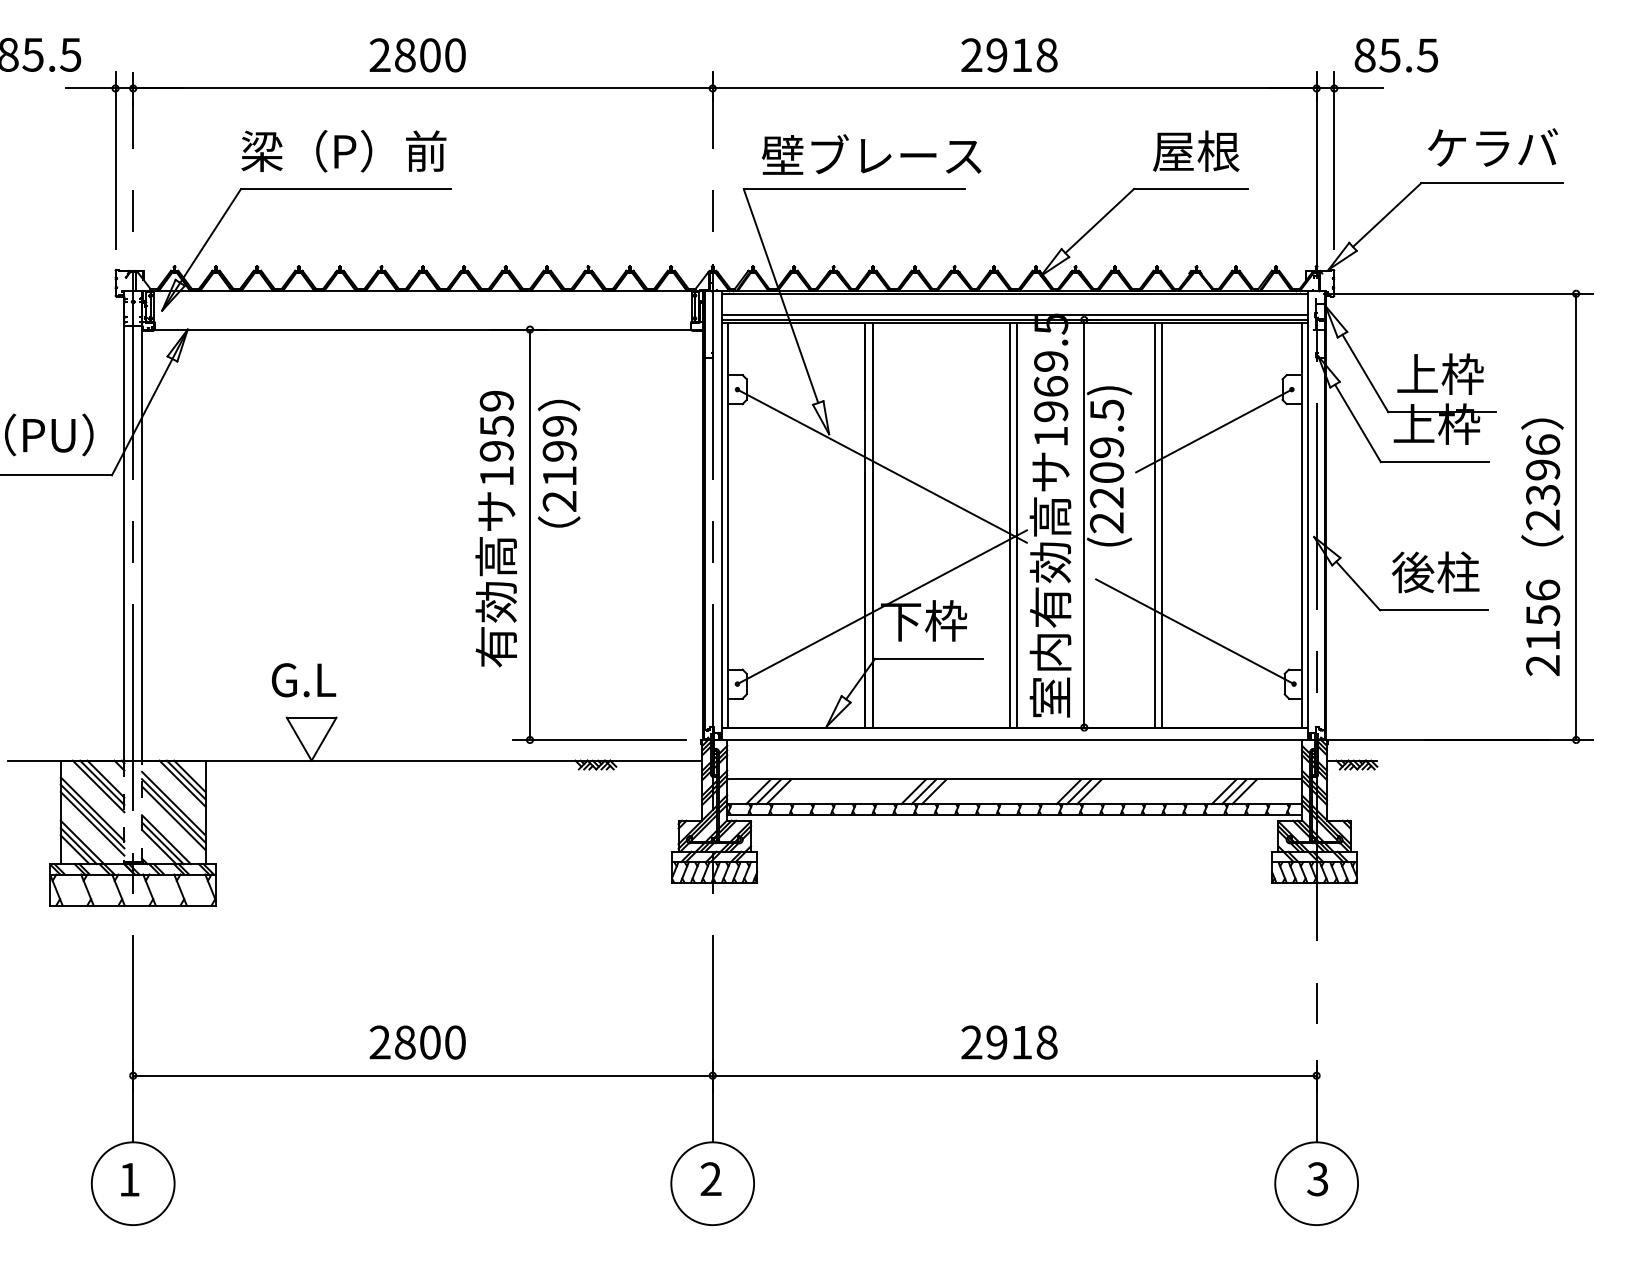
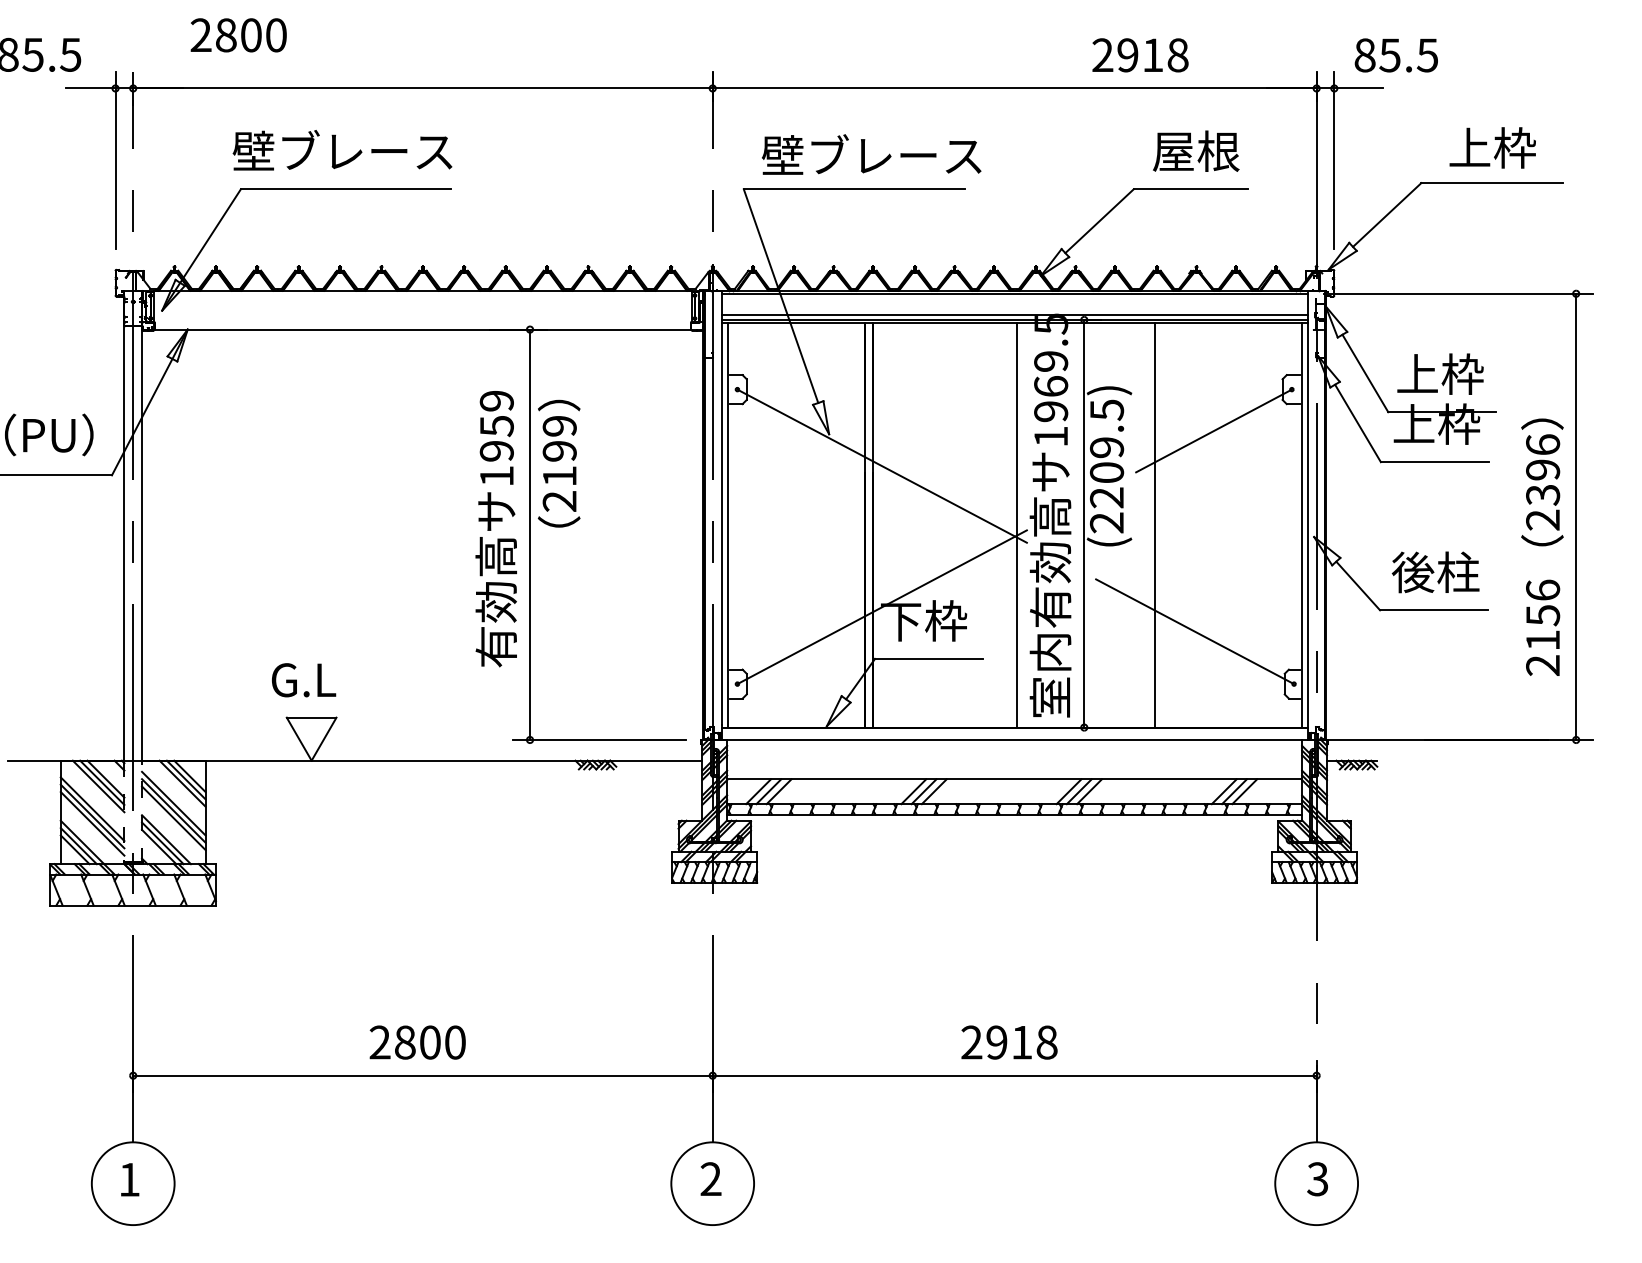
text at (417, 55) position: (417, 55) -> (238, 35)
text at (1009, 55) position: (1009, 55) -> (1140, 55)
text at (1493, 147): ケラバ -> 上枠
text at (342, 151): 梁（P）前 -> 壁ブレース
line at (1009, 525): present -> none
line at (1162, 525): present -> none
